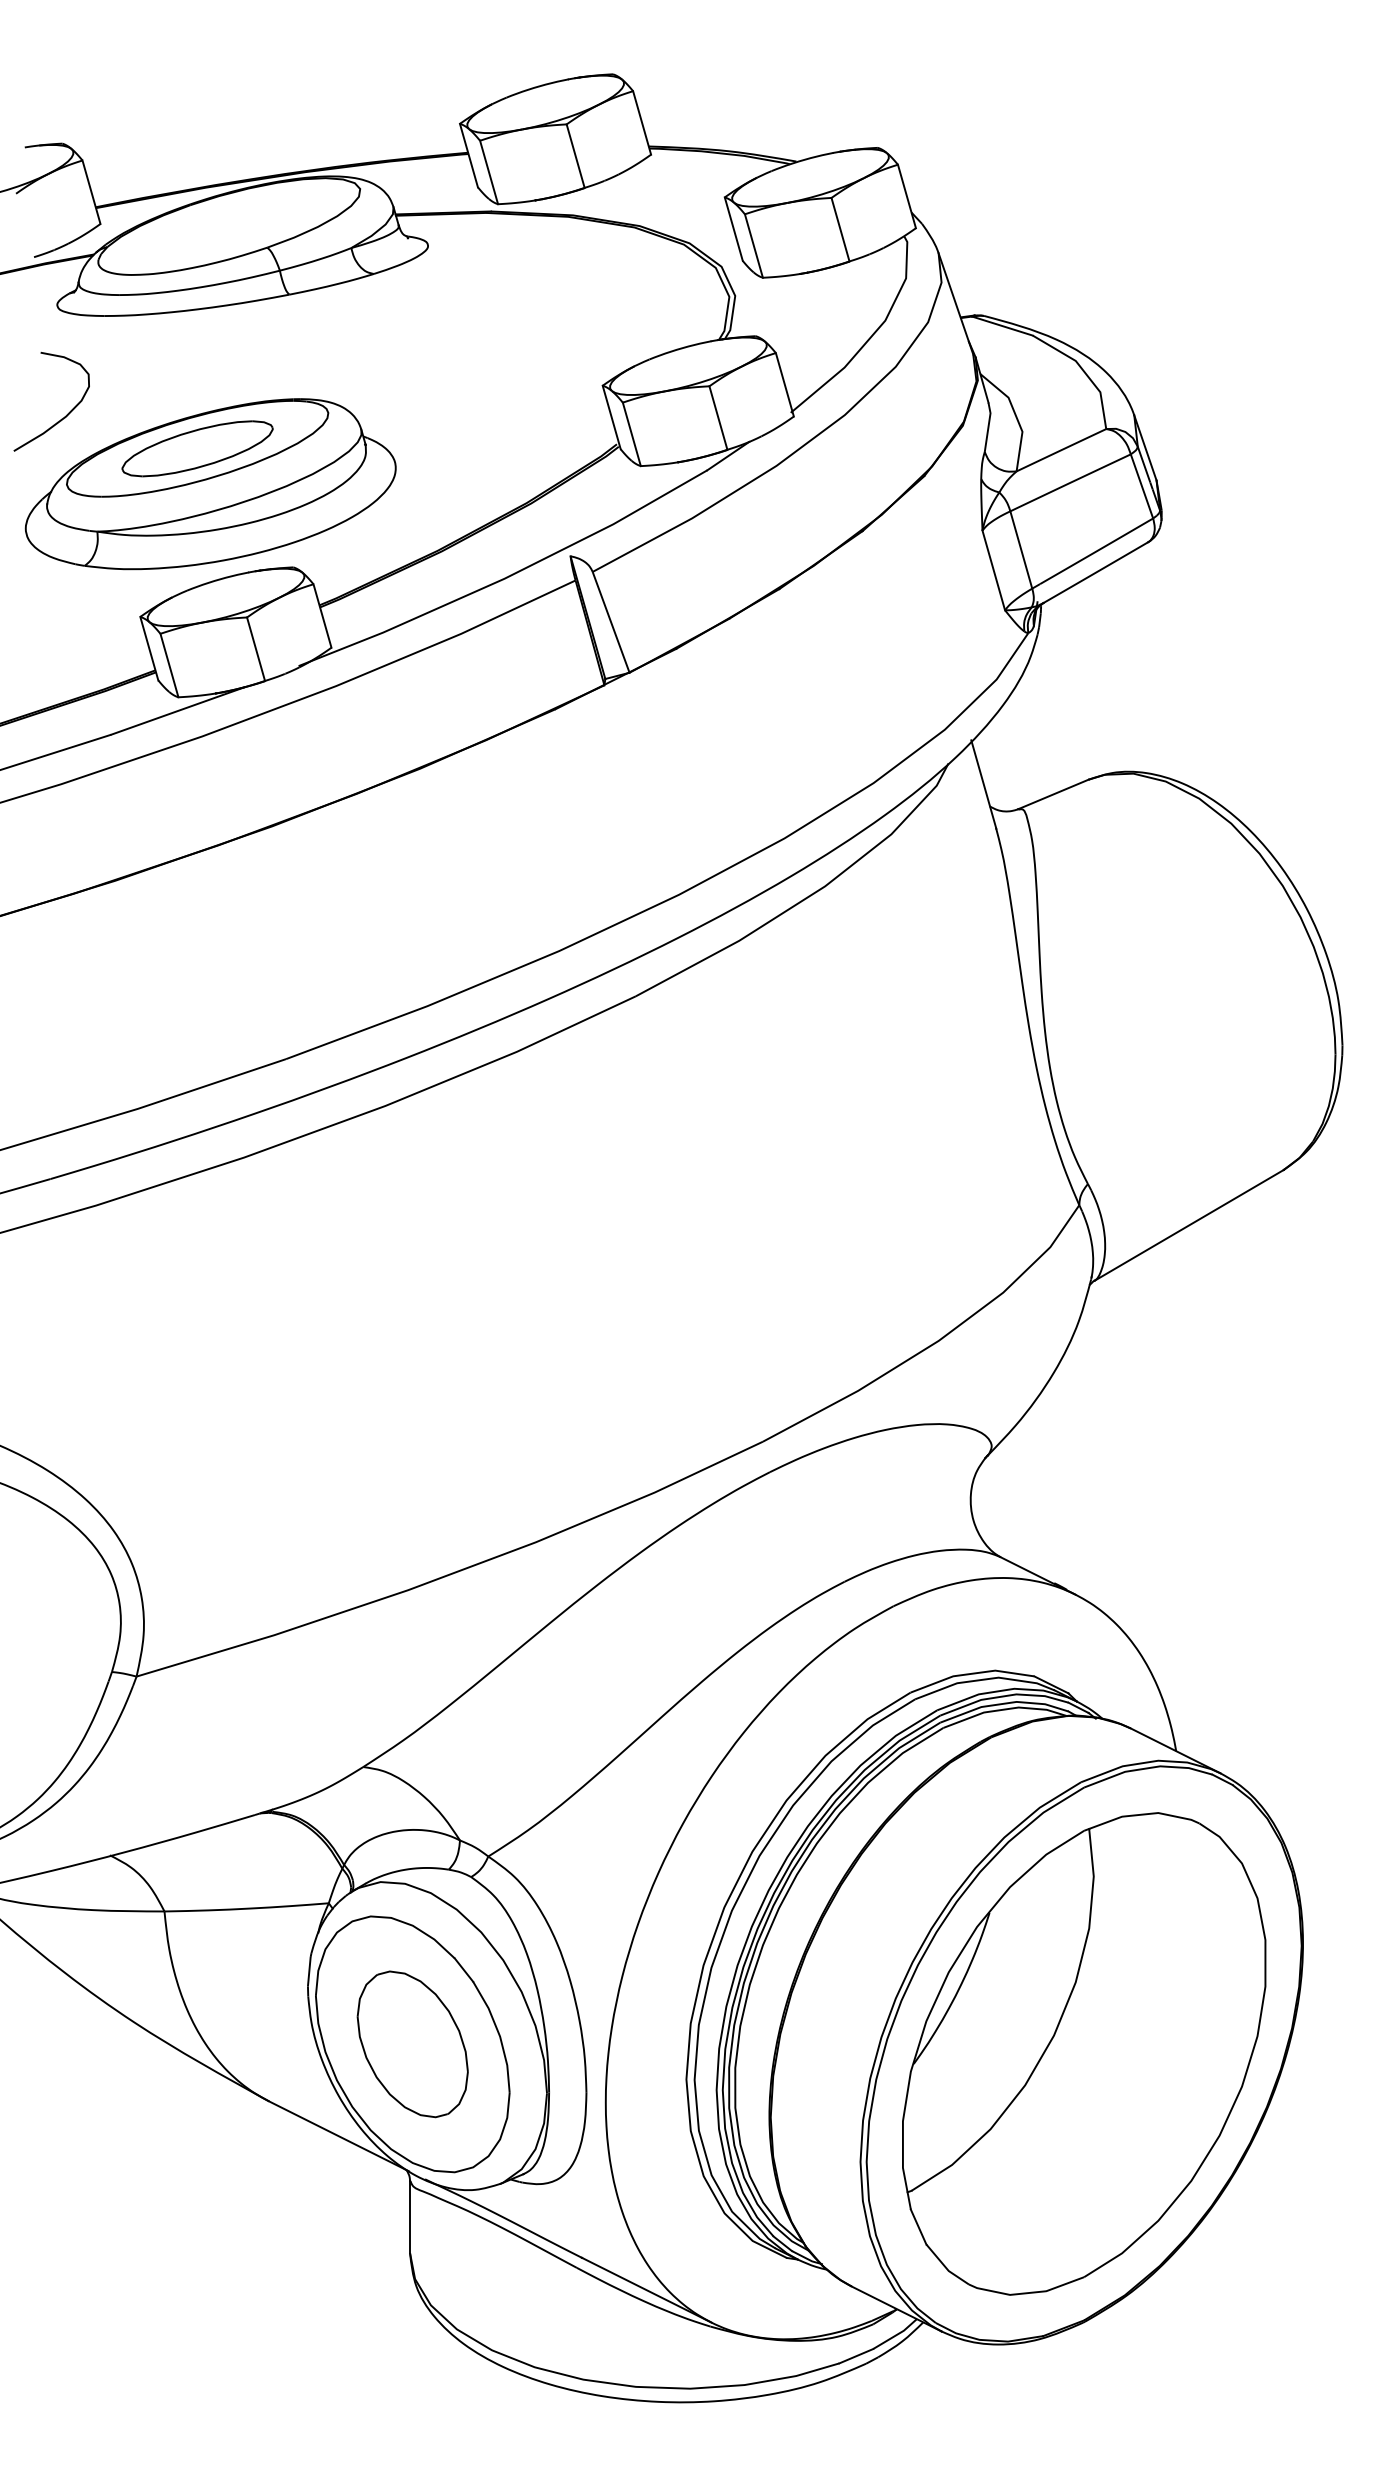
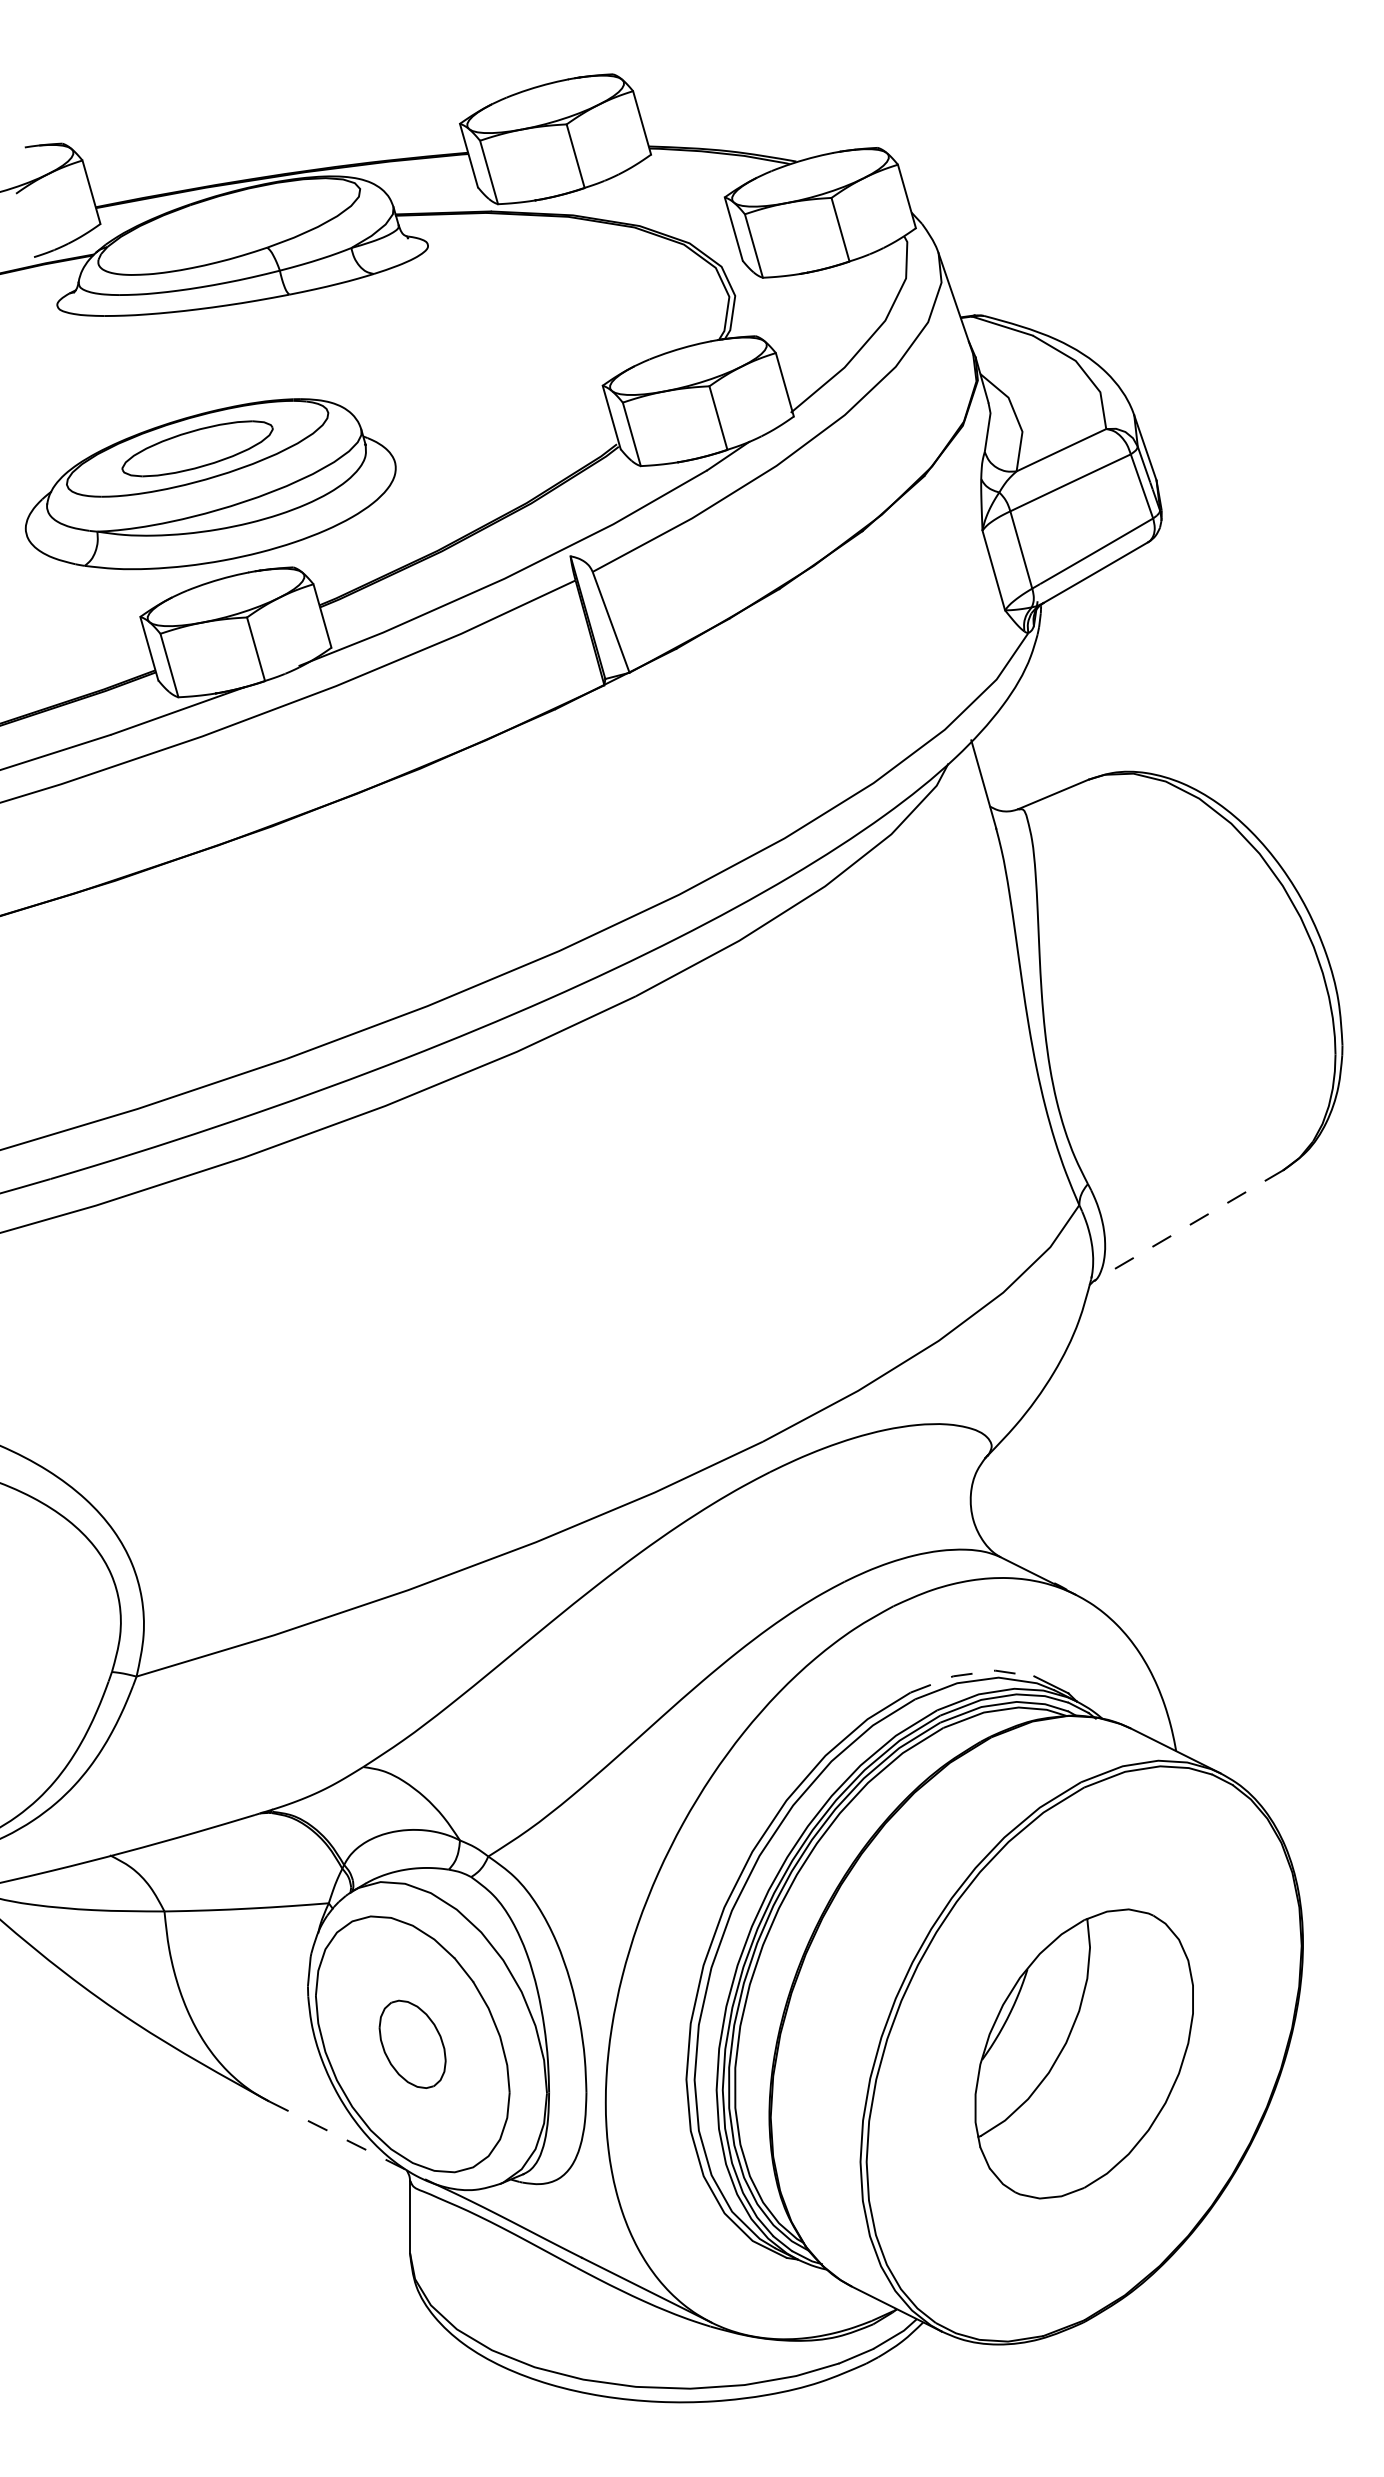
curve at (61, 418): present -> none
line at (1188, 1225): solid -> dashed
line at (971, 1673): solid -> dashed
part at (412, 2044) size: 113x149 px -> 69x90 px
part at (1084, 2053) size: 365x484 px -> 220x292 px
line at (339, 2136): solid -> dashed
